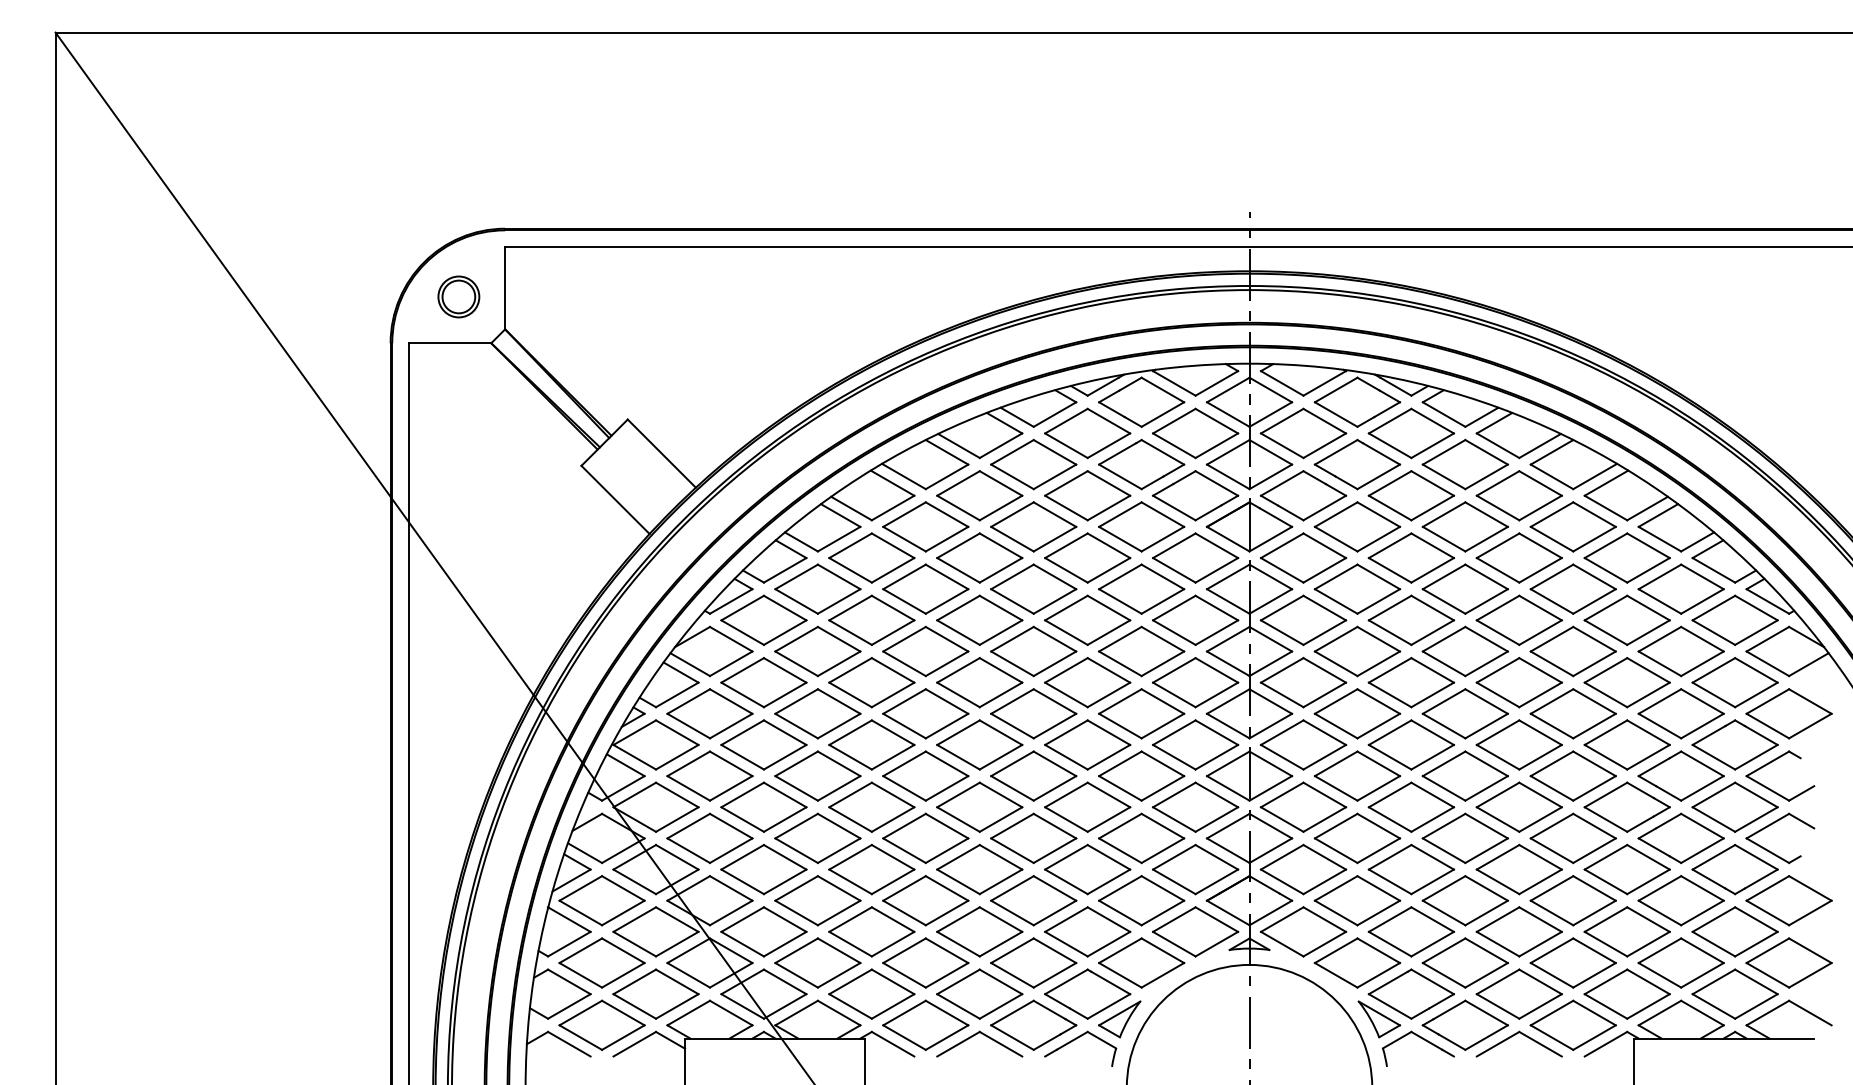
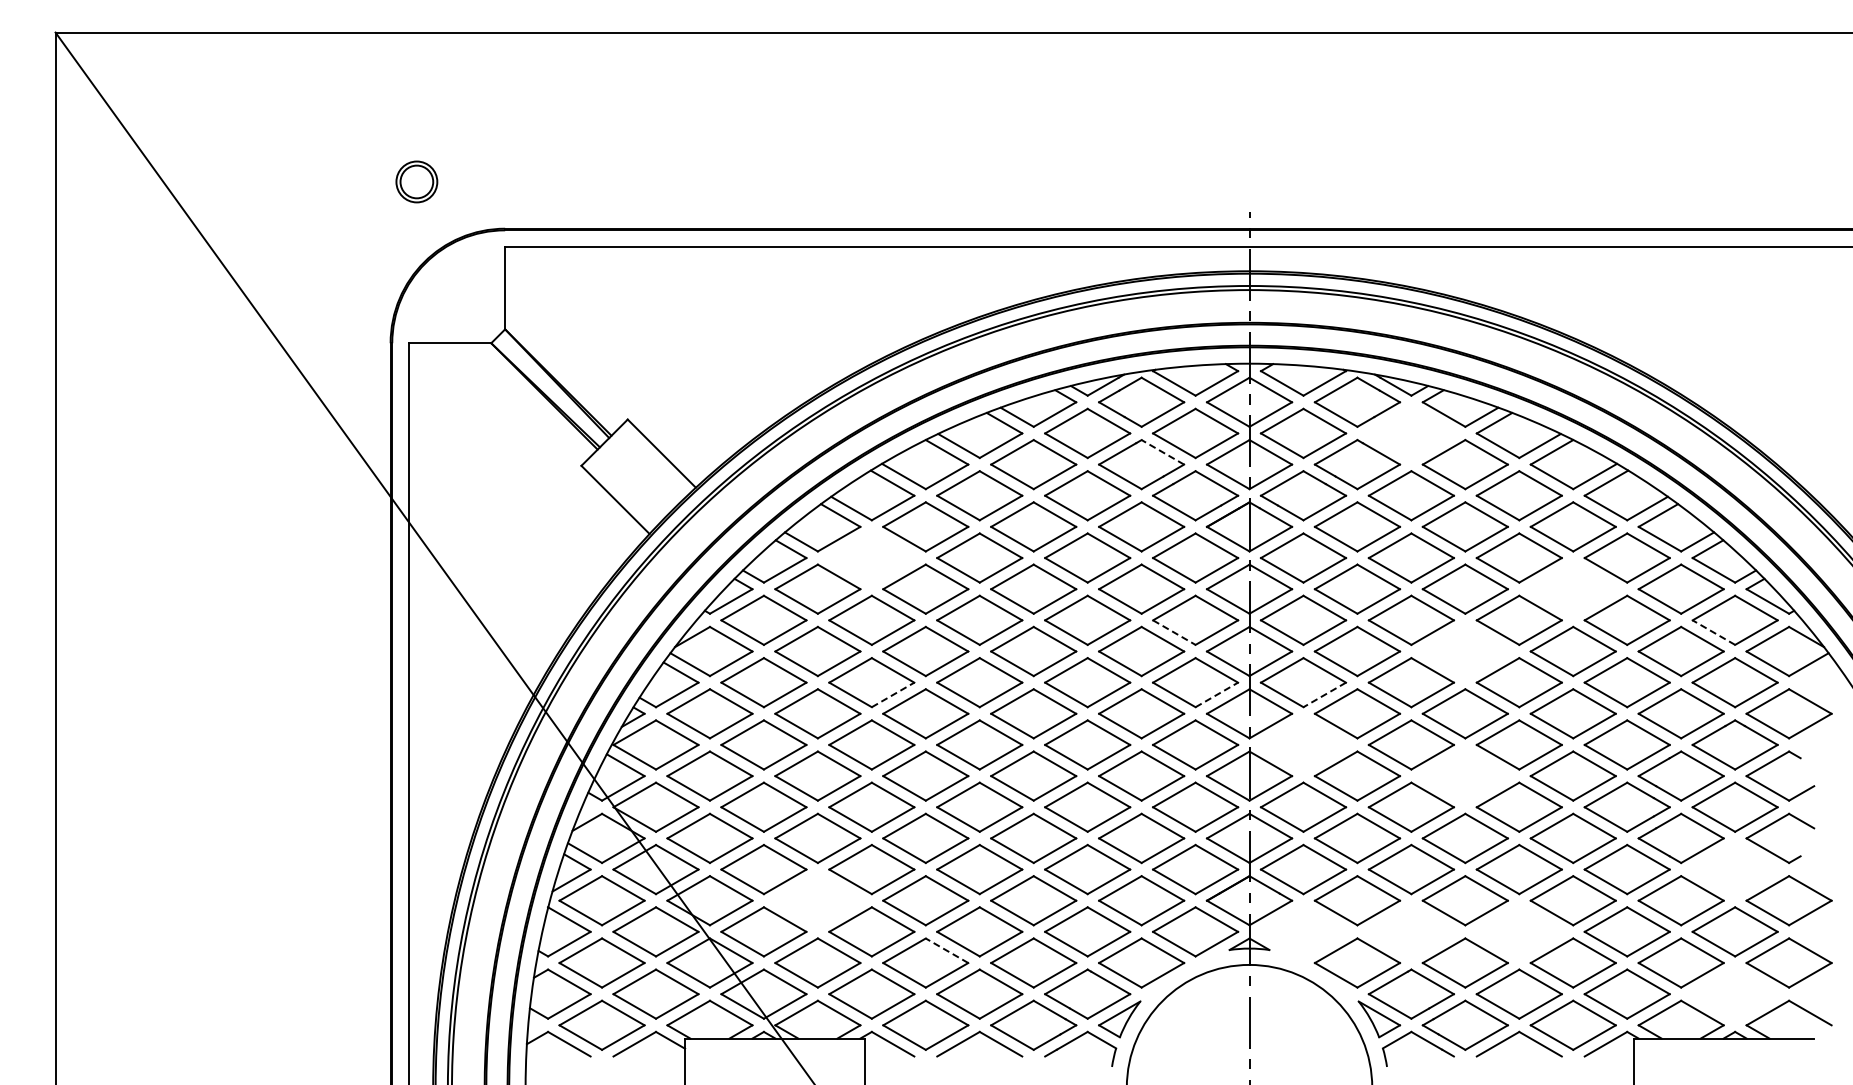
part at (458, 296) position: (458, 296) -> (416, 181)
part at (1411, 433): present -> none
line at (1162, 452): solid -> dashed
part at (871, 557): present -> none
part at (1572, 588): present -> none
line at (1174, 632): solid -> dashed
line at (1713, 632): solid -> dashed
part at (1464, 651): present -> none
line at (893, 694): solid -> dashed
line at (1216, 694): solid -> dashed
line at (1324, 694): solid -> dashed
part at (1303, 744): present -> none
part at (1464, 775): present -> none
part at (1734, 869): present -> none
part at (817, 900): present -> none
part at (1303, 931): present -> none
part at (1410, 931): present -> none
part at (1518, 931): present -> none
line at (947, 950): solid -> dashed
part at (1734, 993): present -> none
